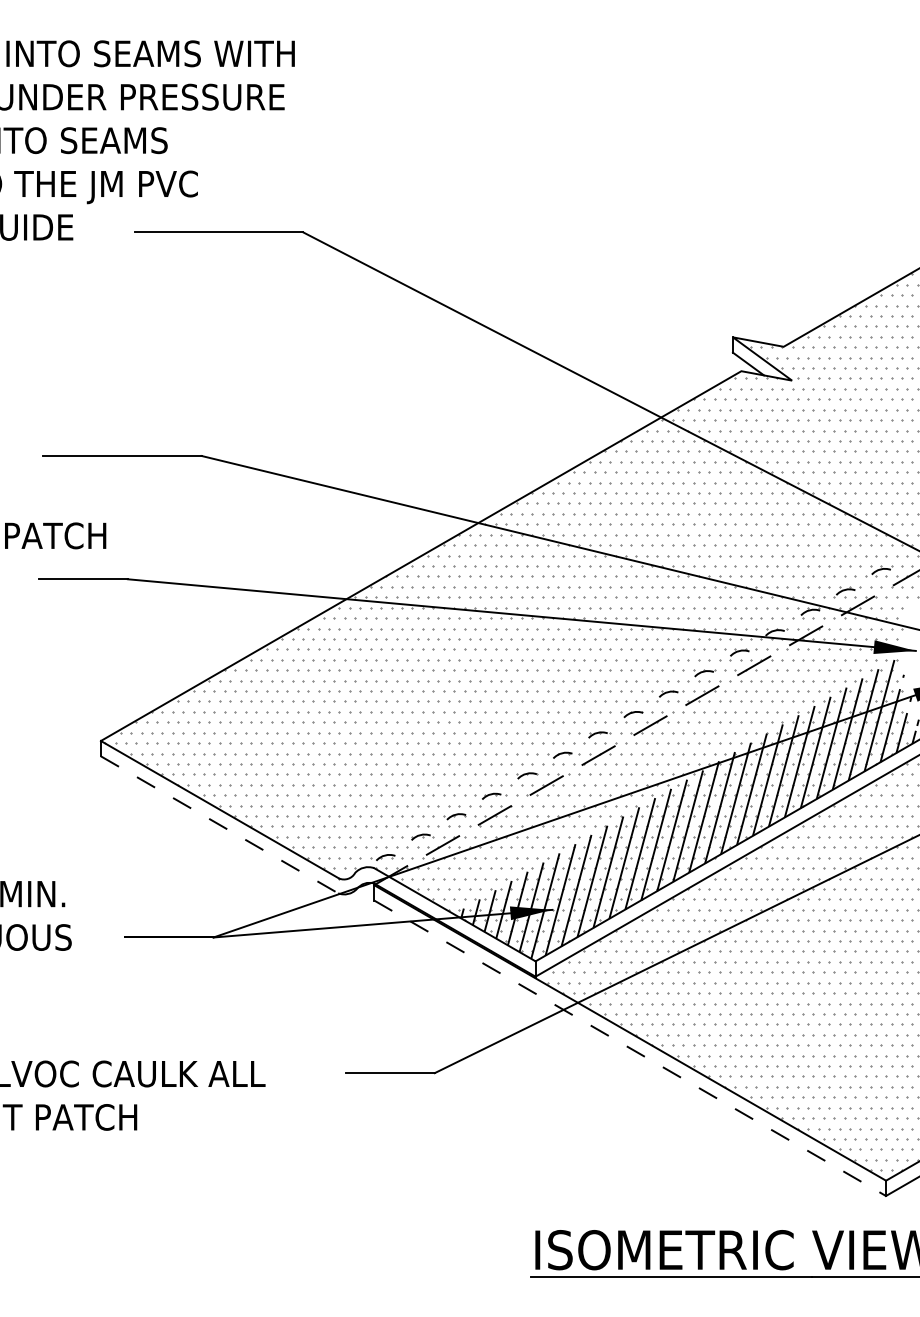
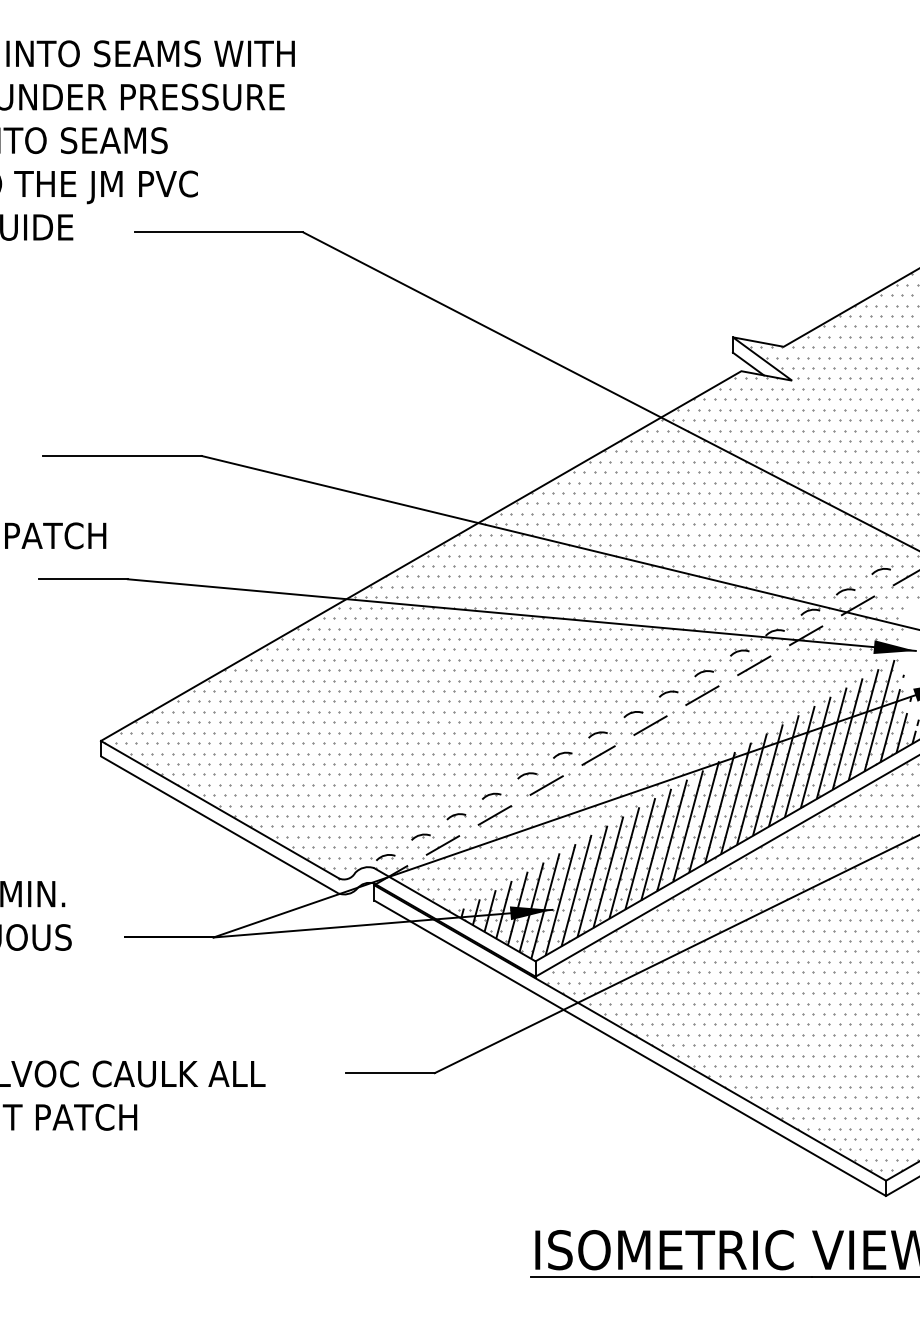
line at (219, 824): dashed -> solid
line at (630, 1048): dashed -> solid
